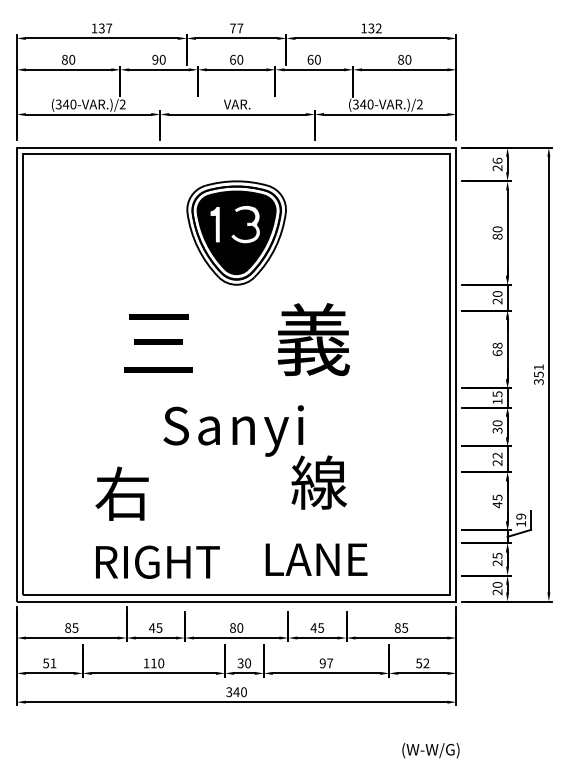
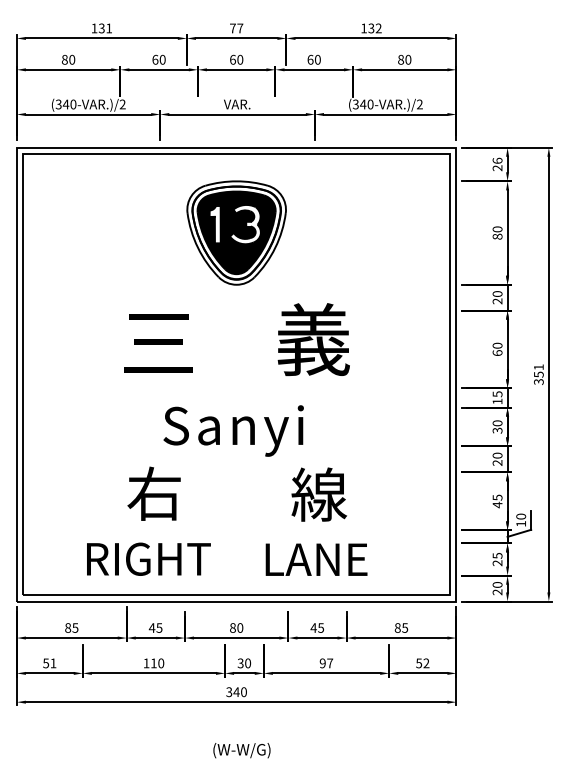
text at (109, 28): 137 -> 131
text at (155, 59): 90 -> 60
text at (497, 345): 68 -> 60
text at (497, 455): 22 -> 20
text at (319, 482) position: (319, 482) -> (319, 494)
text at (121, 493) position: (121, 493) -> (153, 493)
text at (521, 516): 19 -> 10
text at (157, 561) position: (157, 561) -> (148, 558)
text at (430, 750) position: (430, 750) -> (241, 750)
